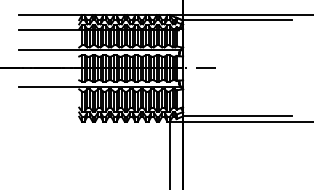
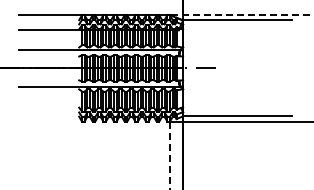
line at (241, 15): solid -> dashed
line at (169, 155): solid -> dashed
